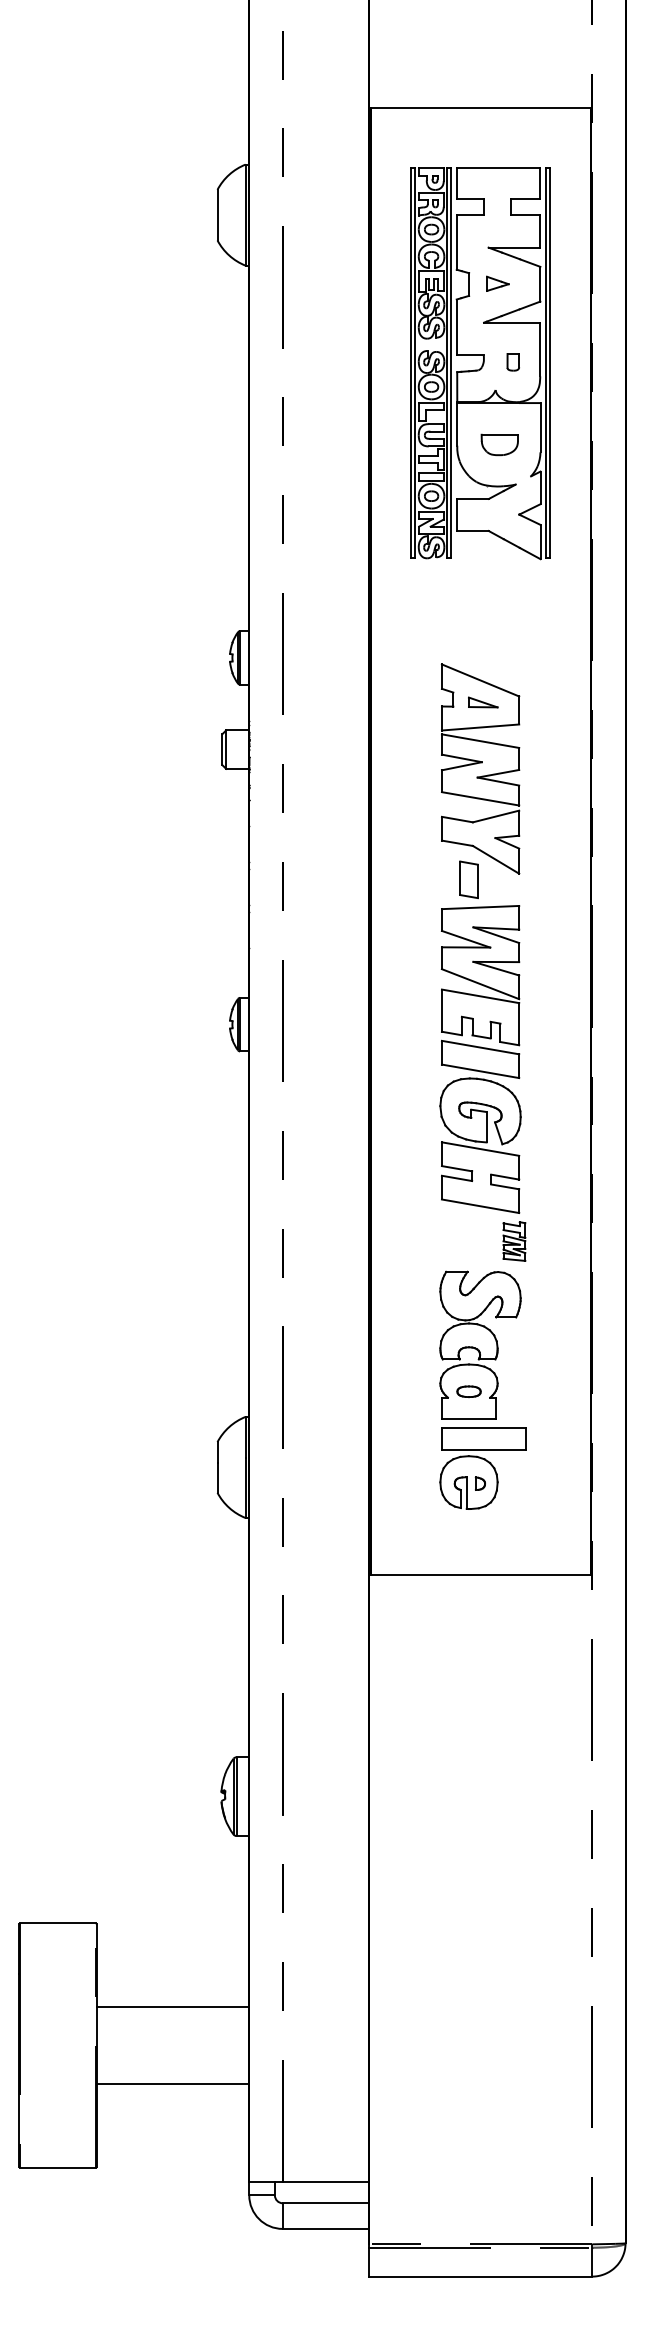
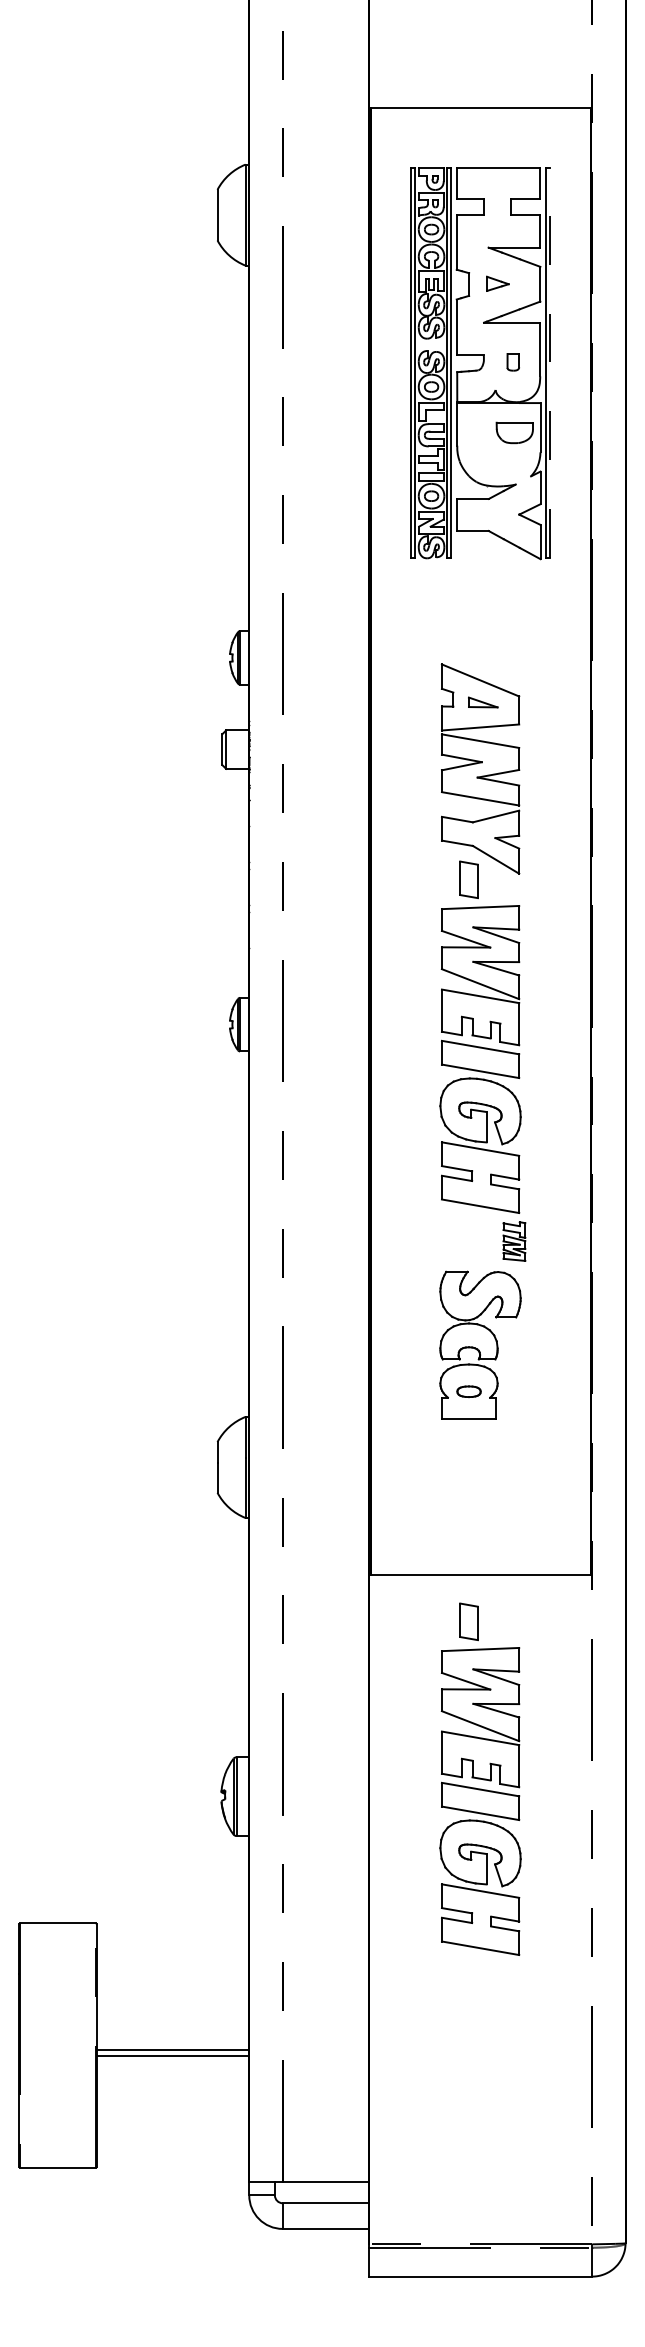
line at (550, 363): solid -> dashed
part at (499, 444) position: (499, 444) -> (514, 432)
part at (482, 1468): present -> none
part at (480, 1778): none -> present
line at (172, 2007) position: (172, 2007) -> (172, 2050)
line at (172, 2084) position: (172, 2084) -> (172, 2056)
